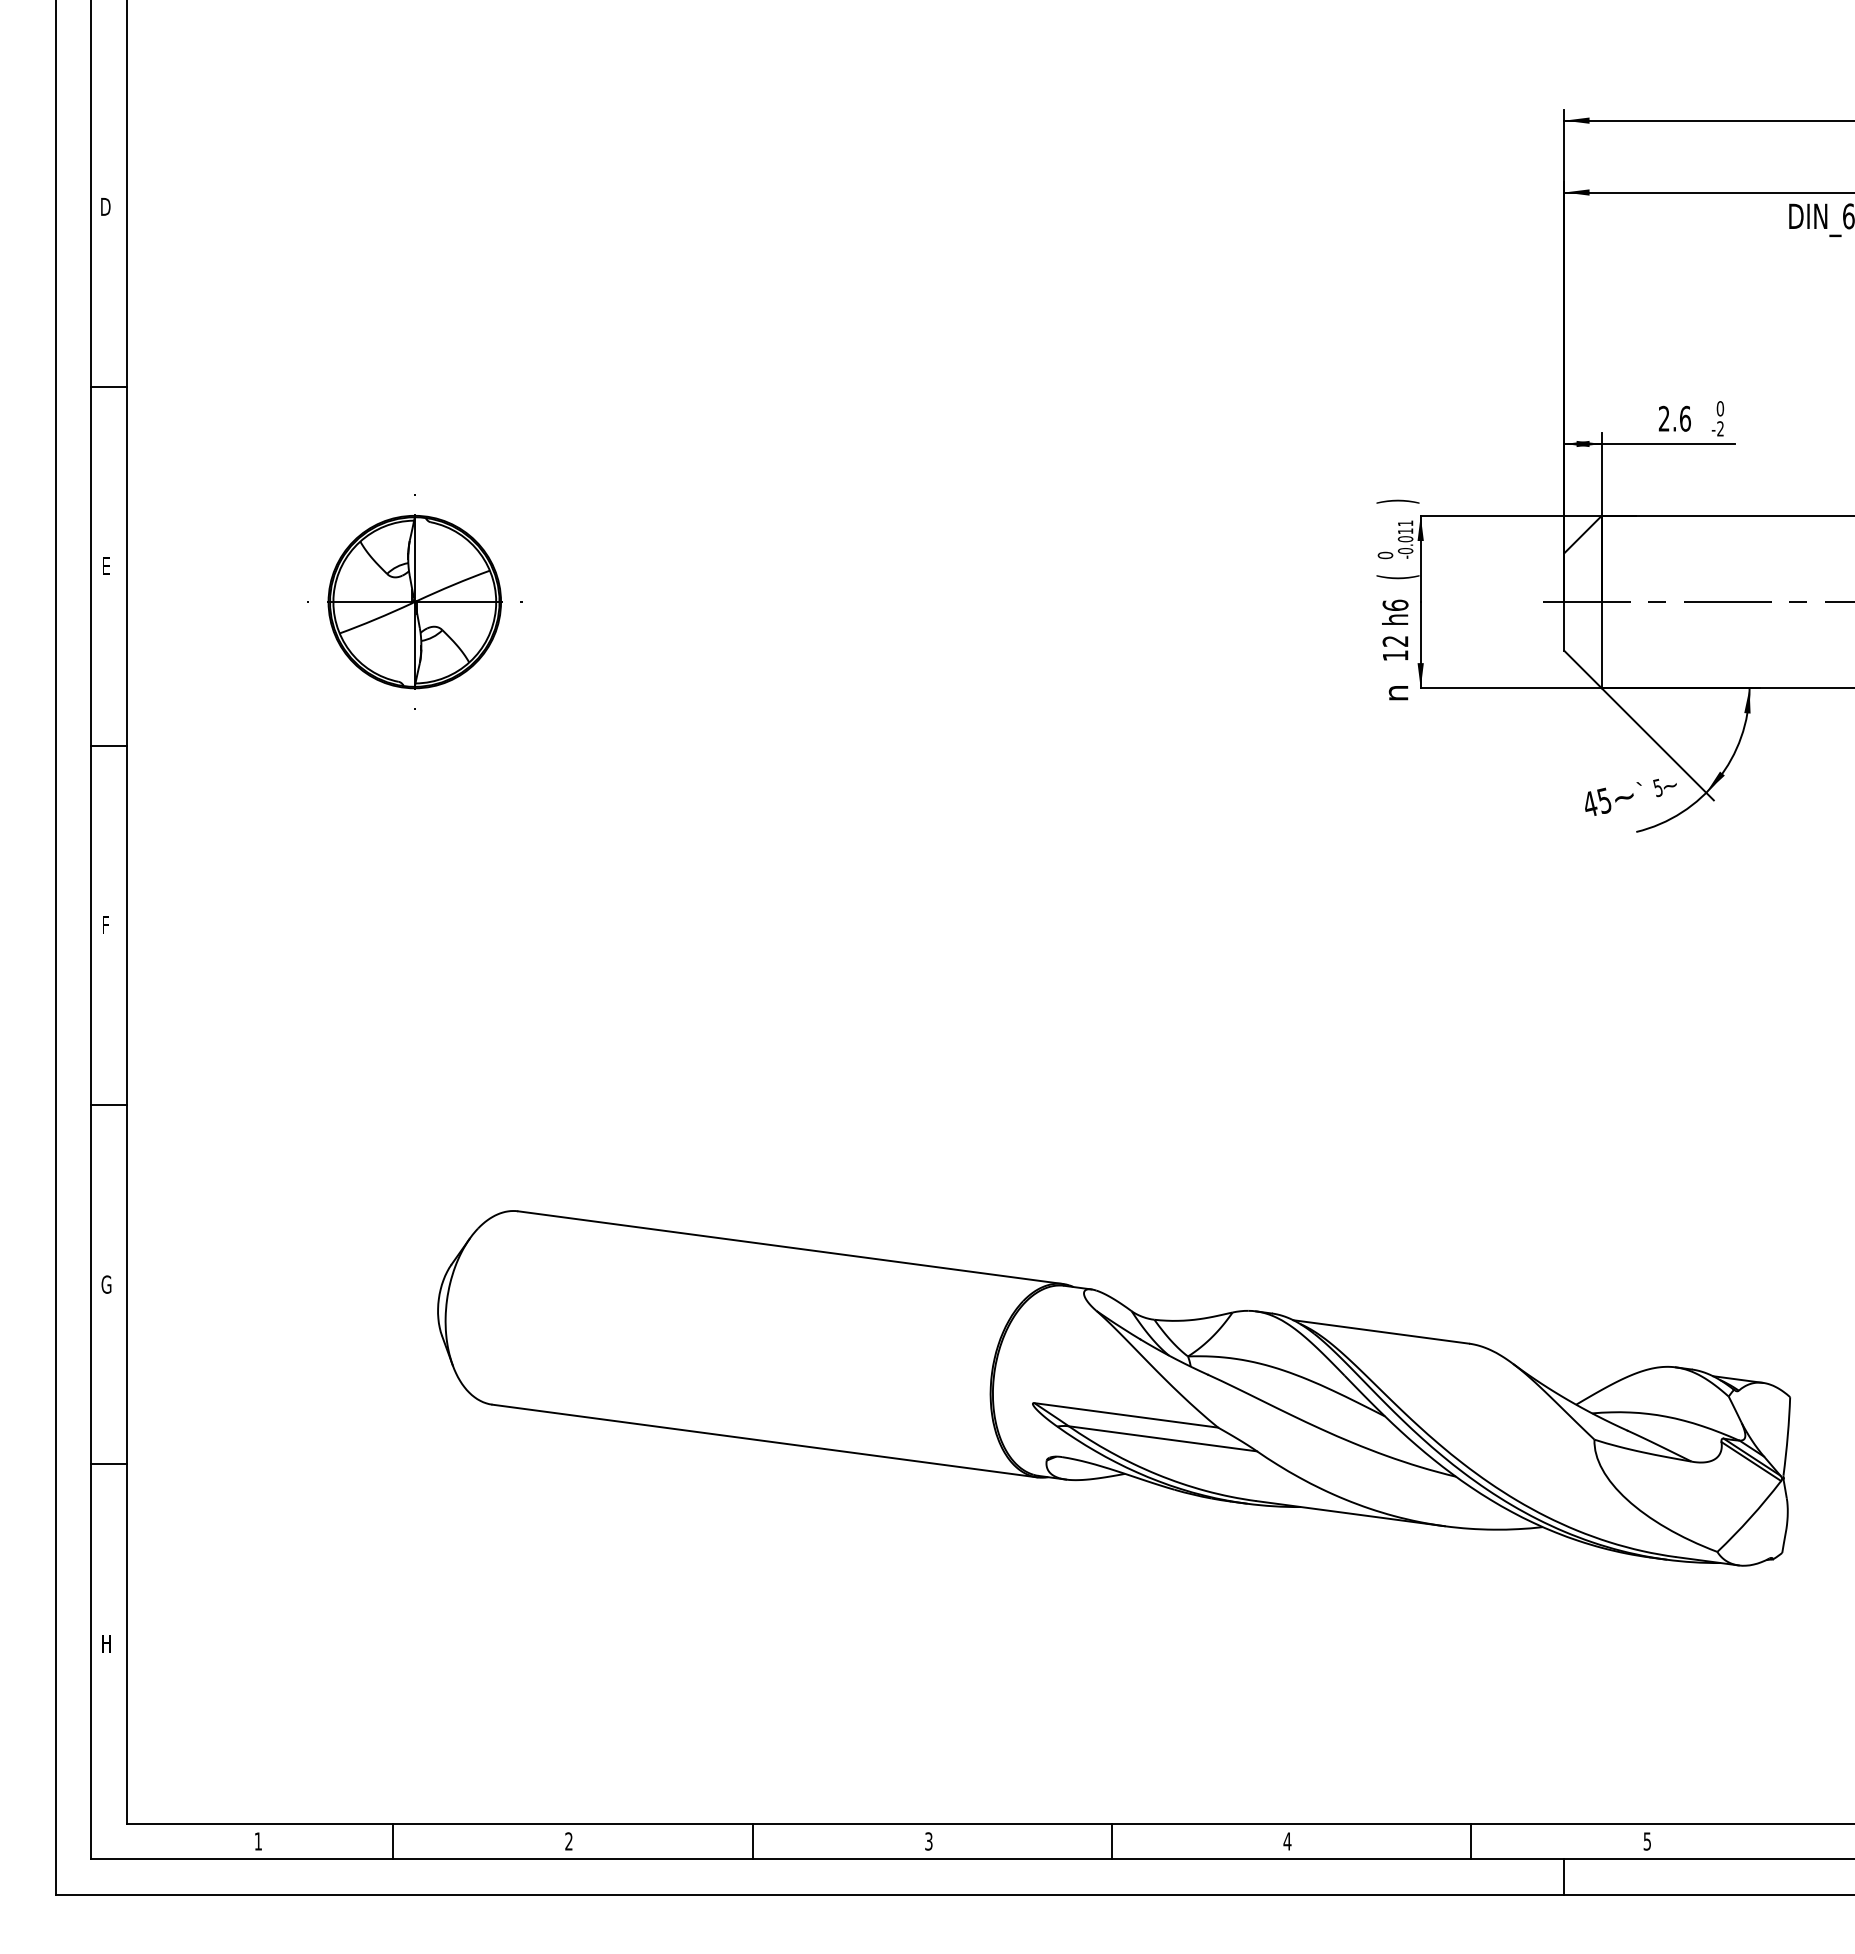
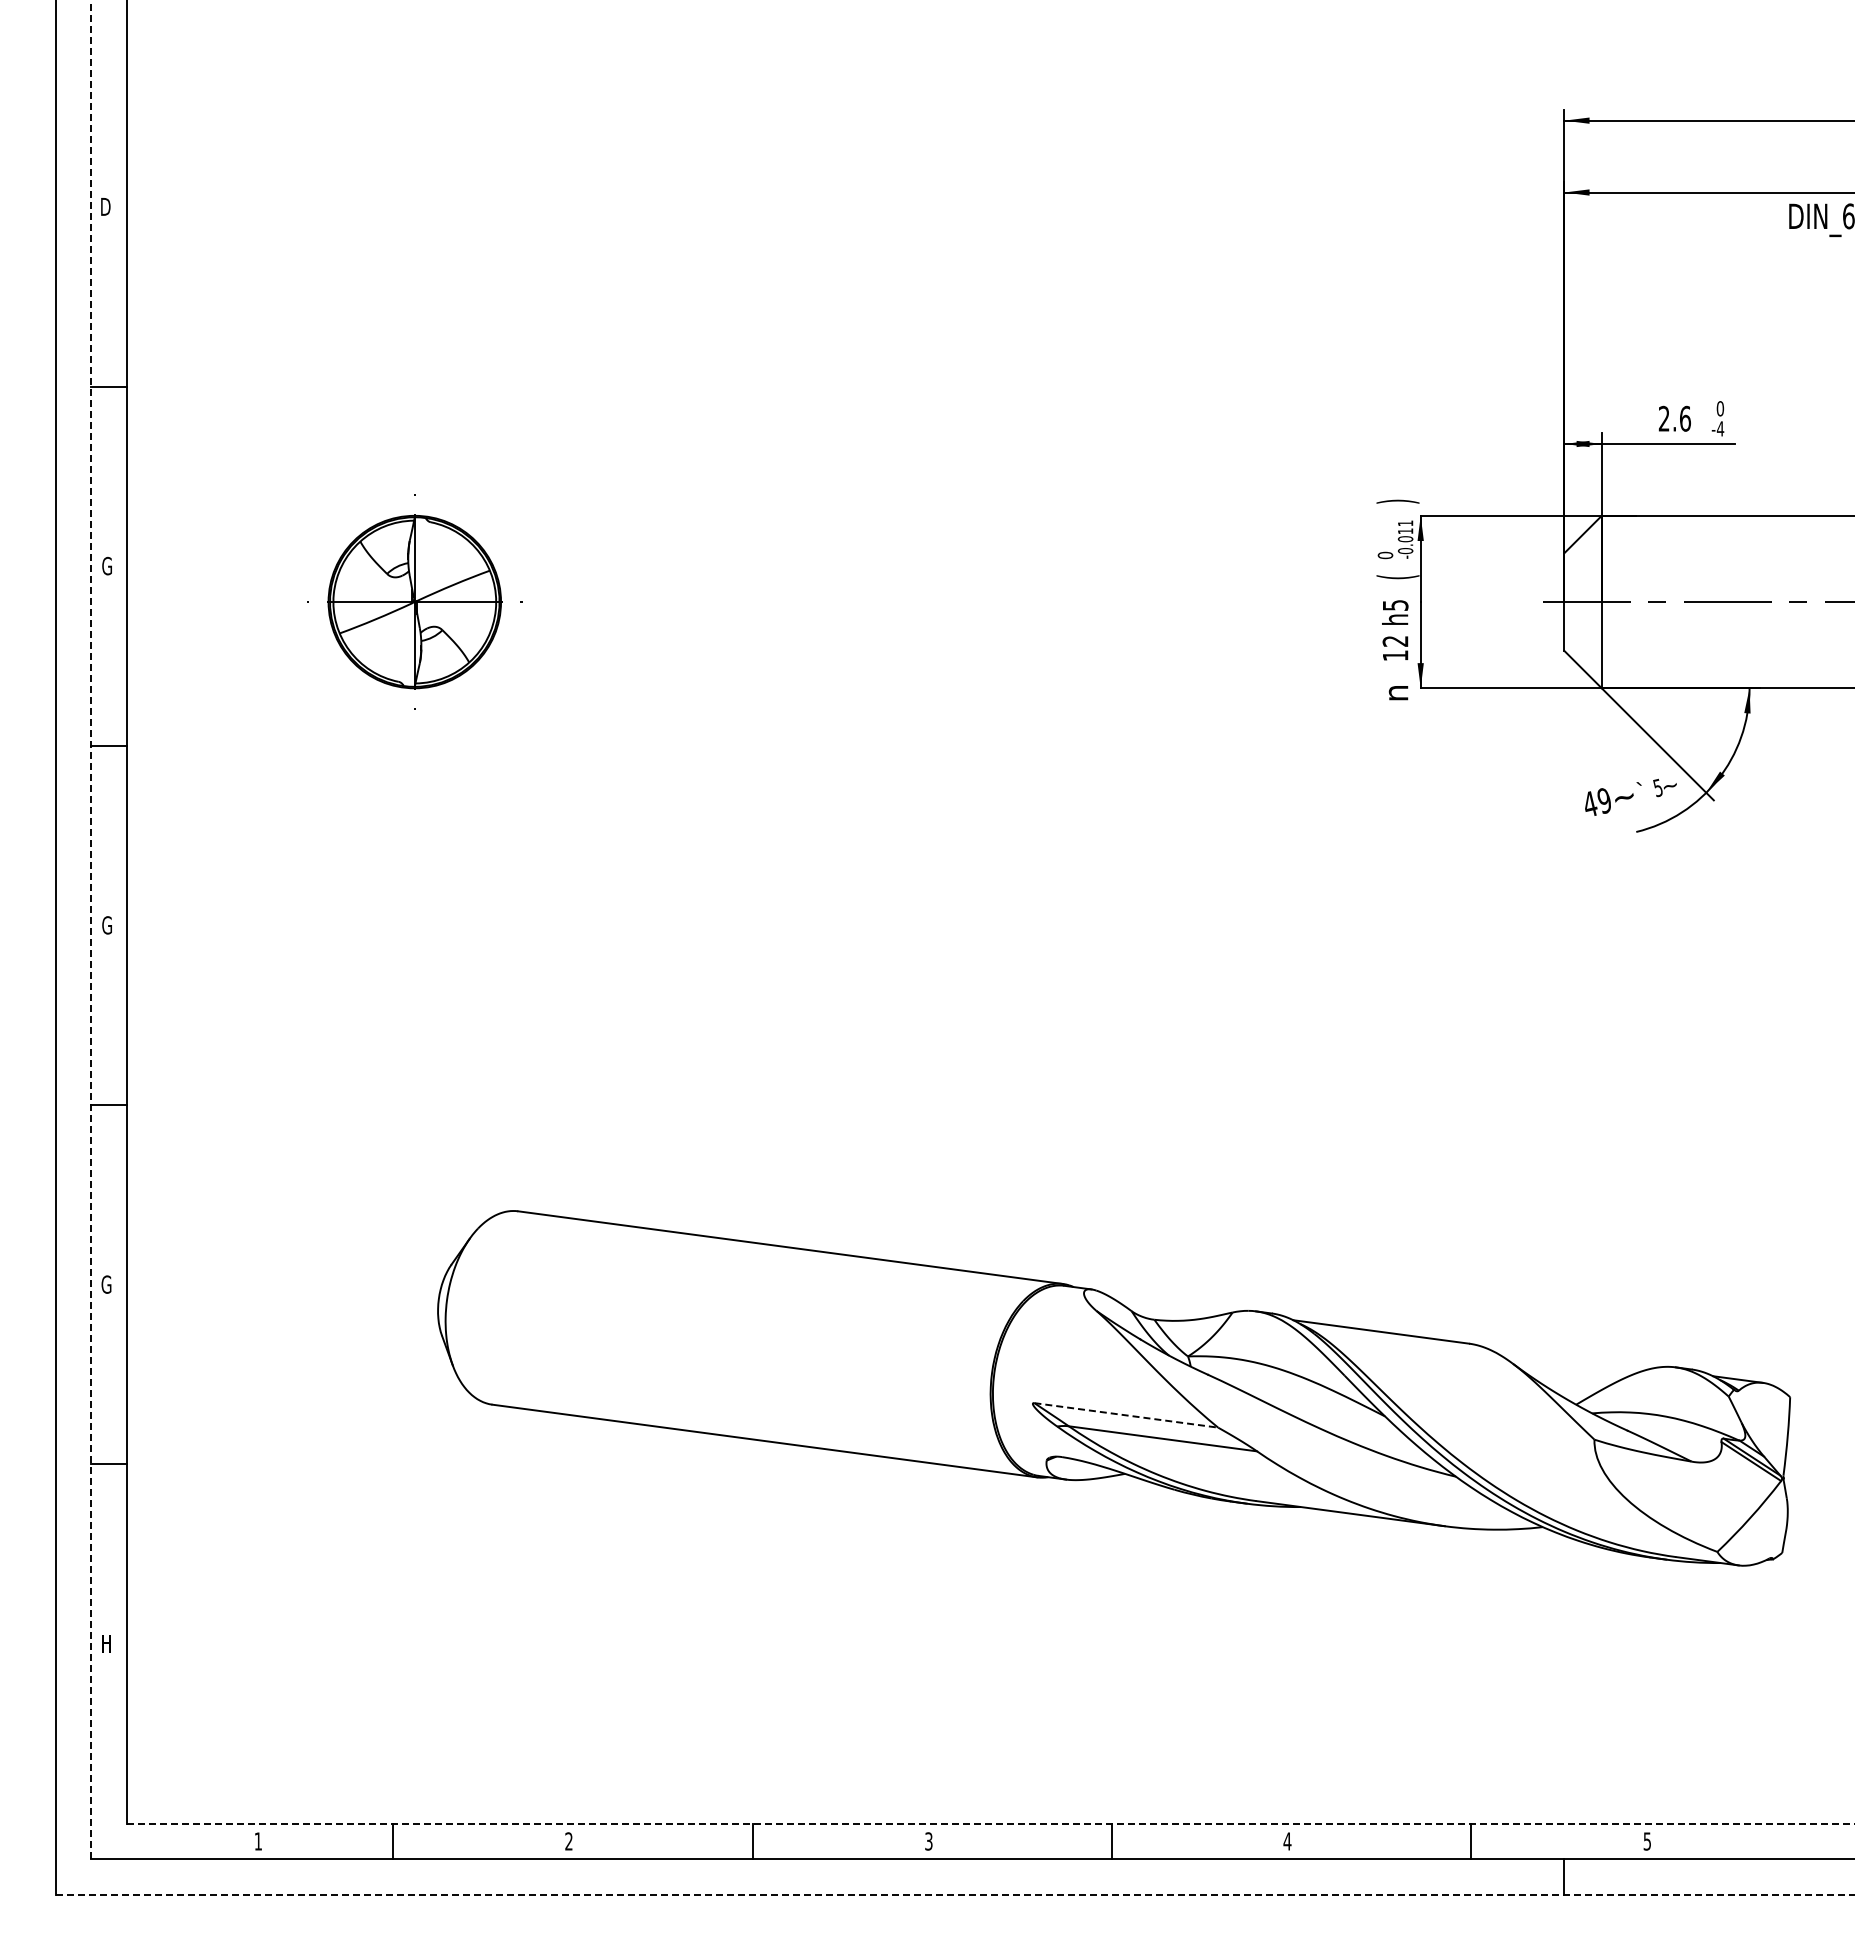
text at (1720, 428): -2 -> -4
text at (106, 565): E -> G
text at (1395, 604): h6 -> h5
text at (1604, 800): 45 -> 49
text at (106, 925): F -> G
line at (91, 929): solid -> dashed
line at (1126, 1415): solid -> dashed
line at (991, 1823): solid -> dashed
line at (955, 1895): solid -> dashed
